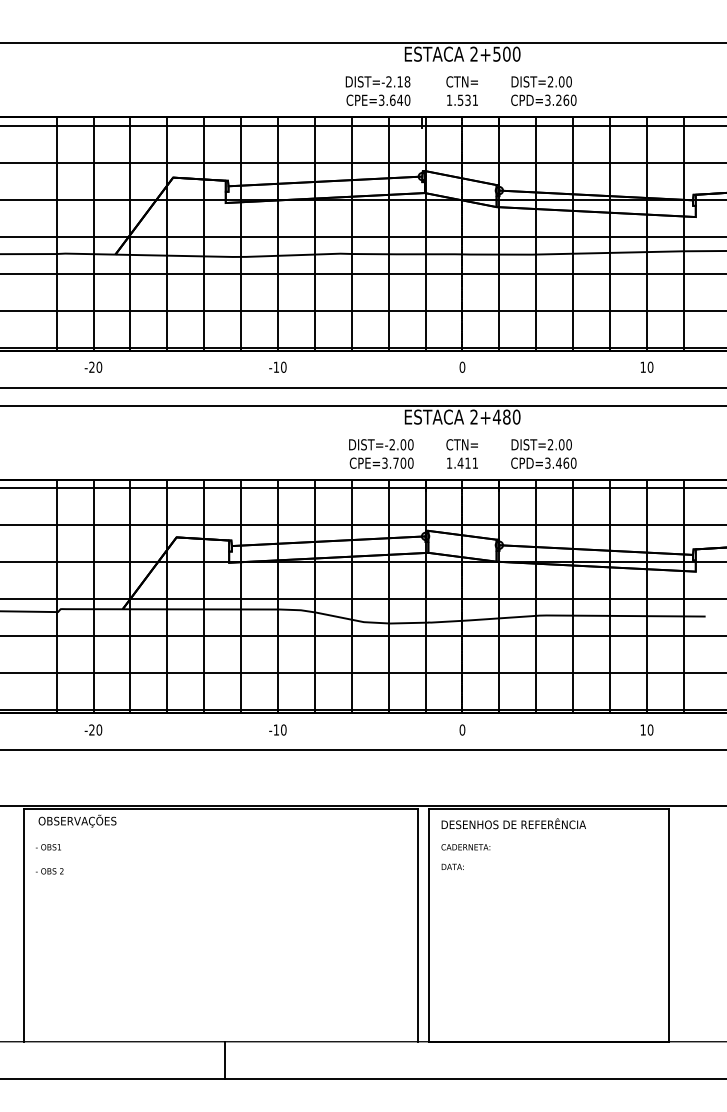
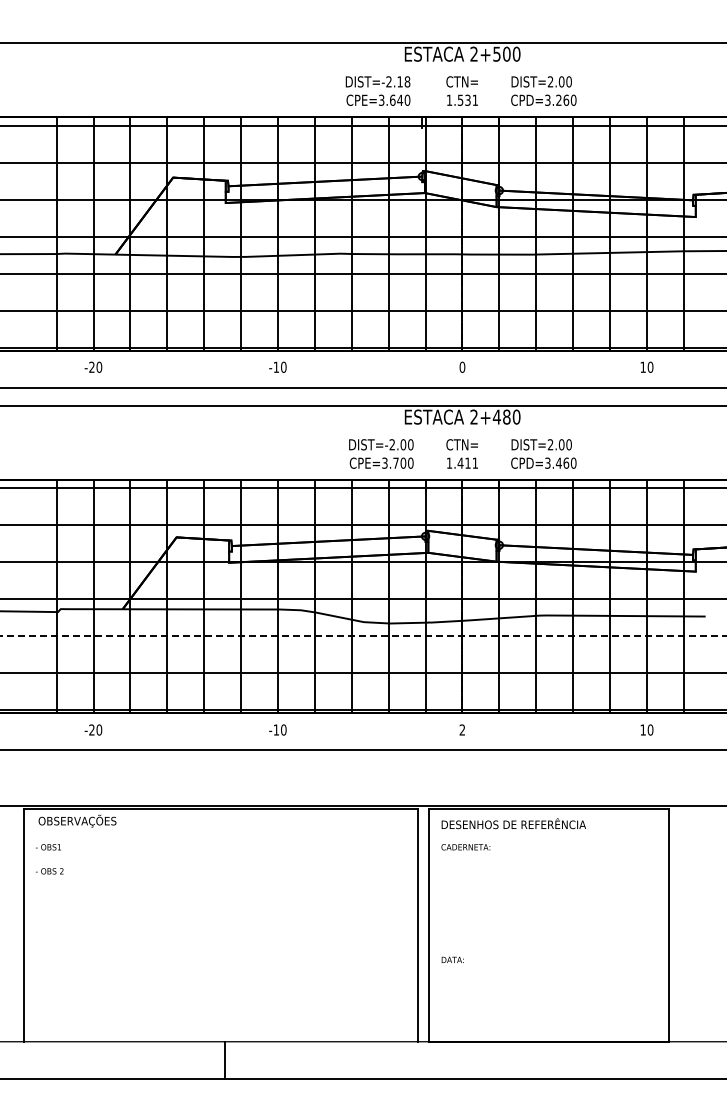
line at (364, 635): solid -> dashed
text at (462, 729): 0 -> 2
text at (452, 866) position: (452, 866) -> (452, 959)
